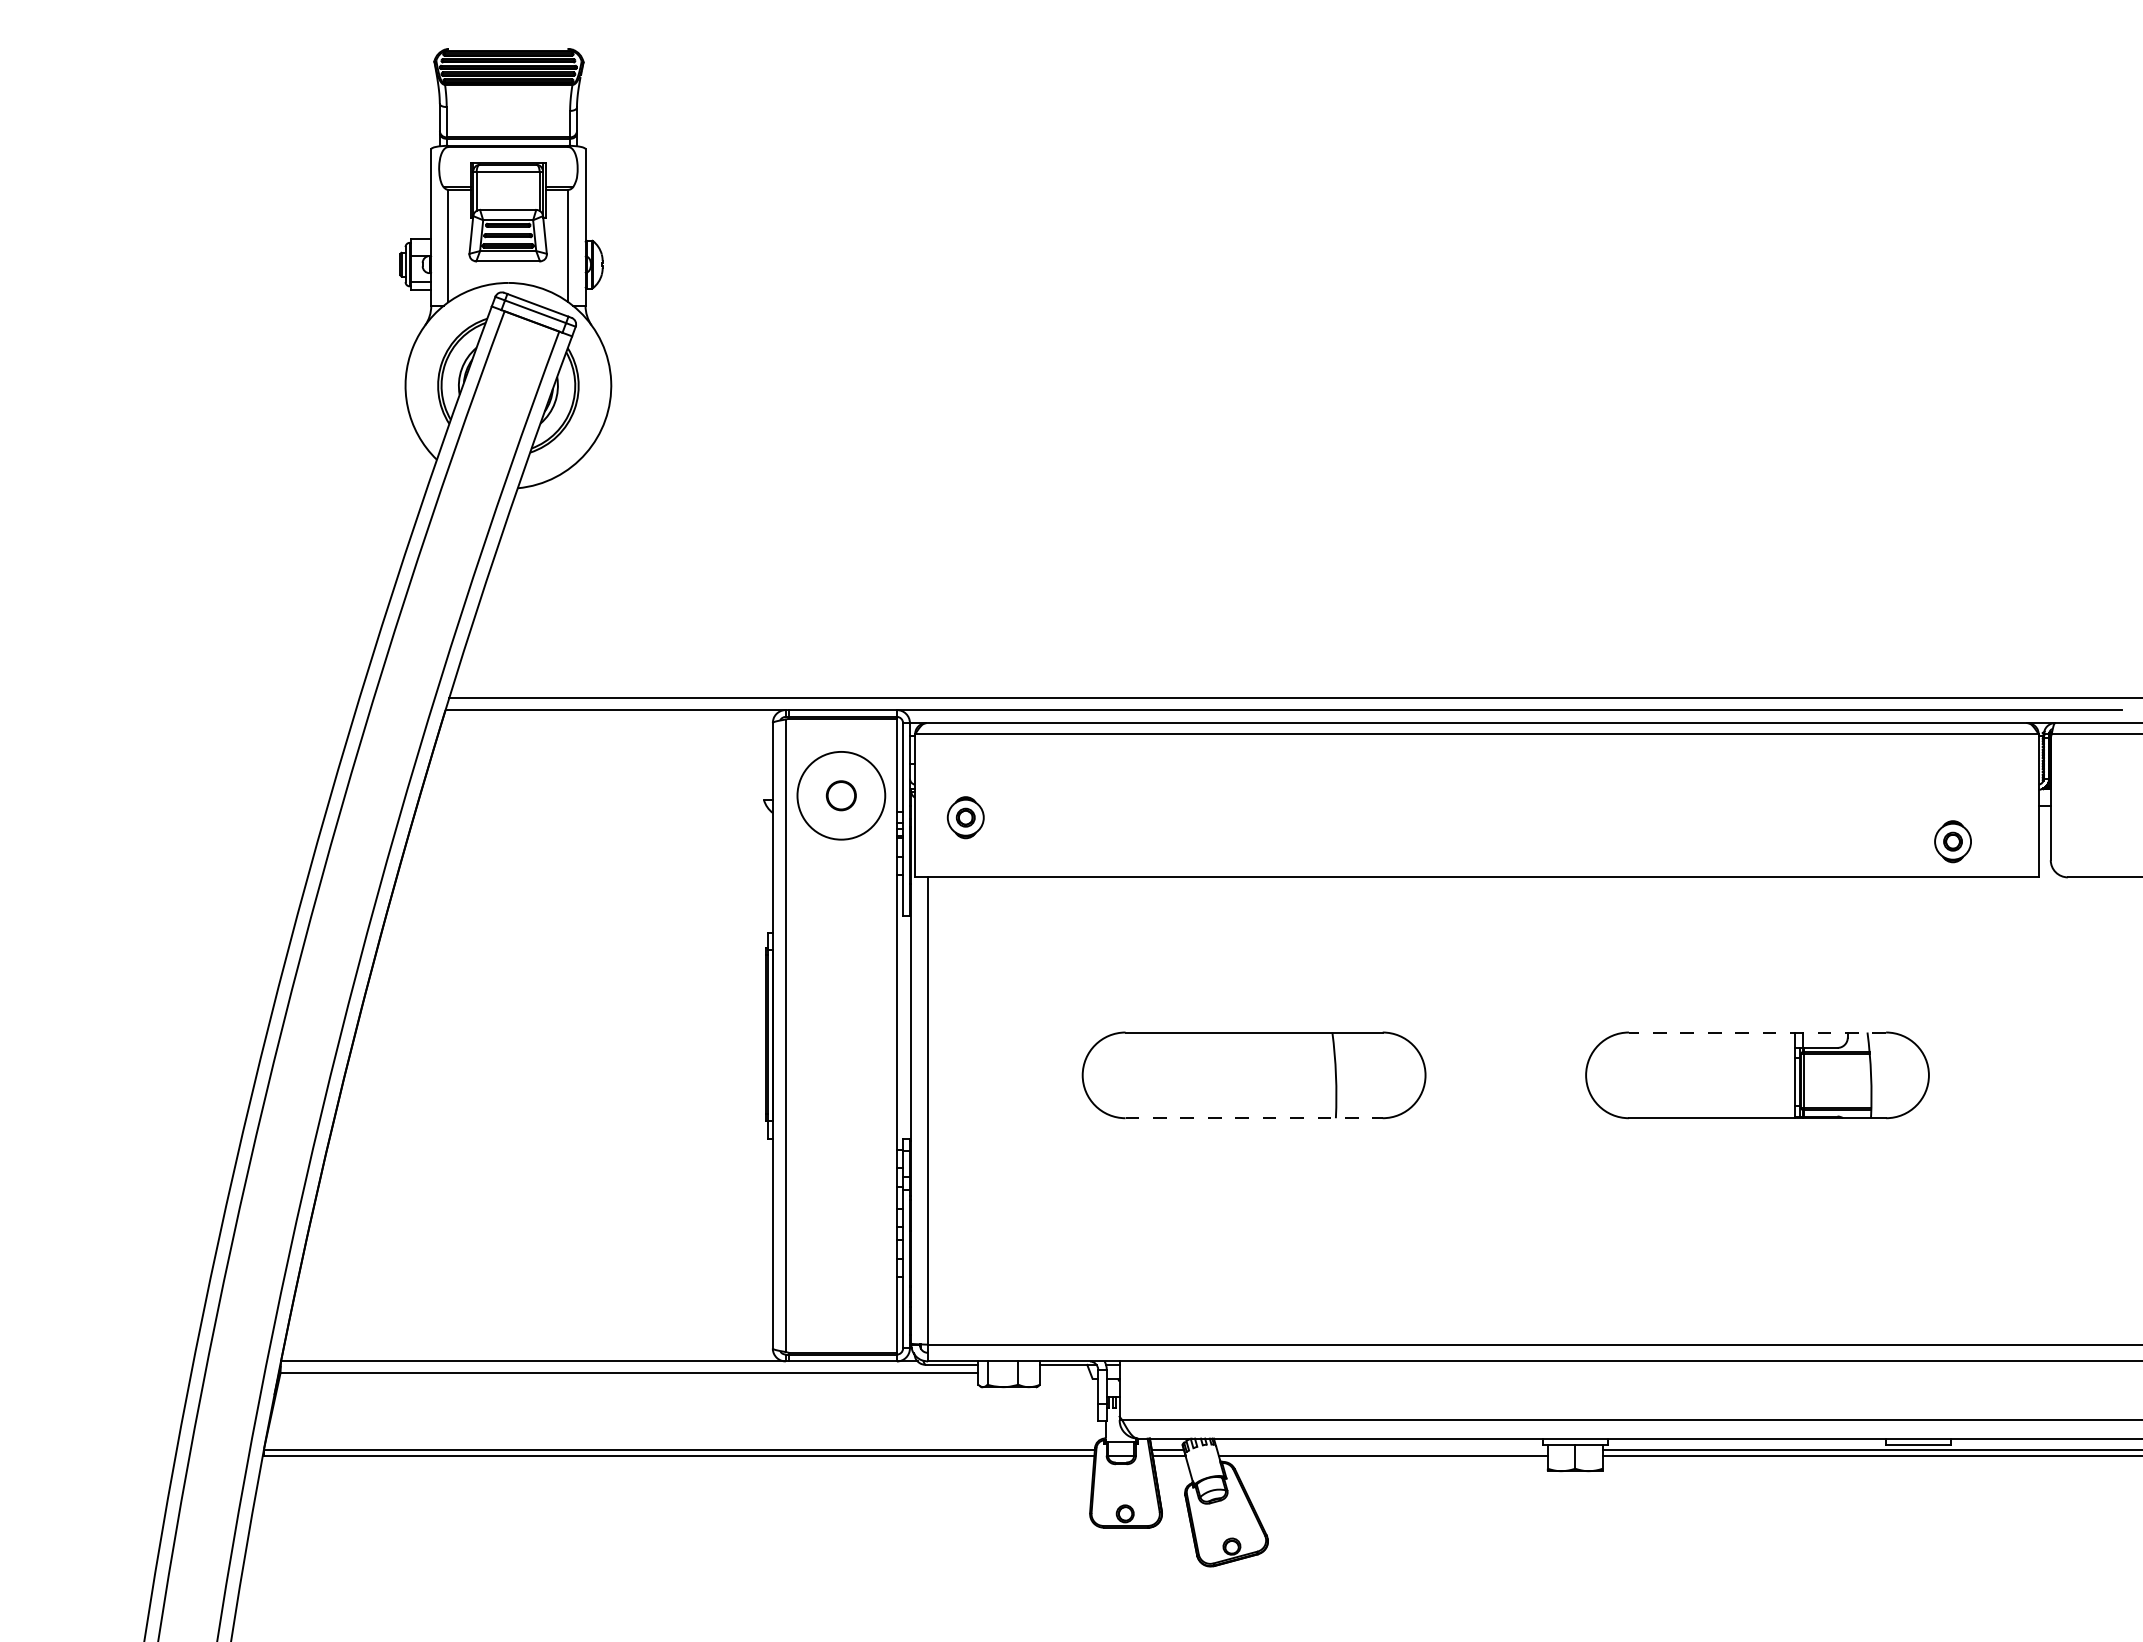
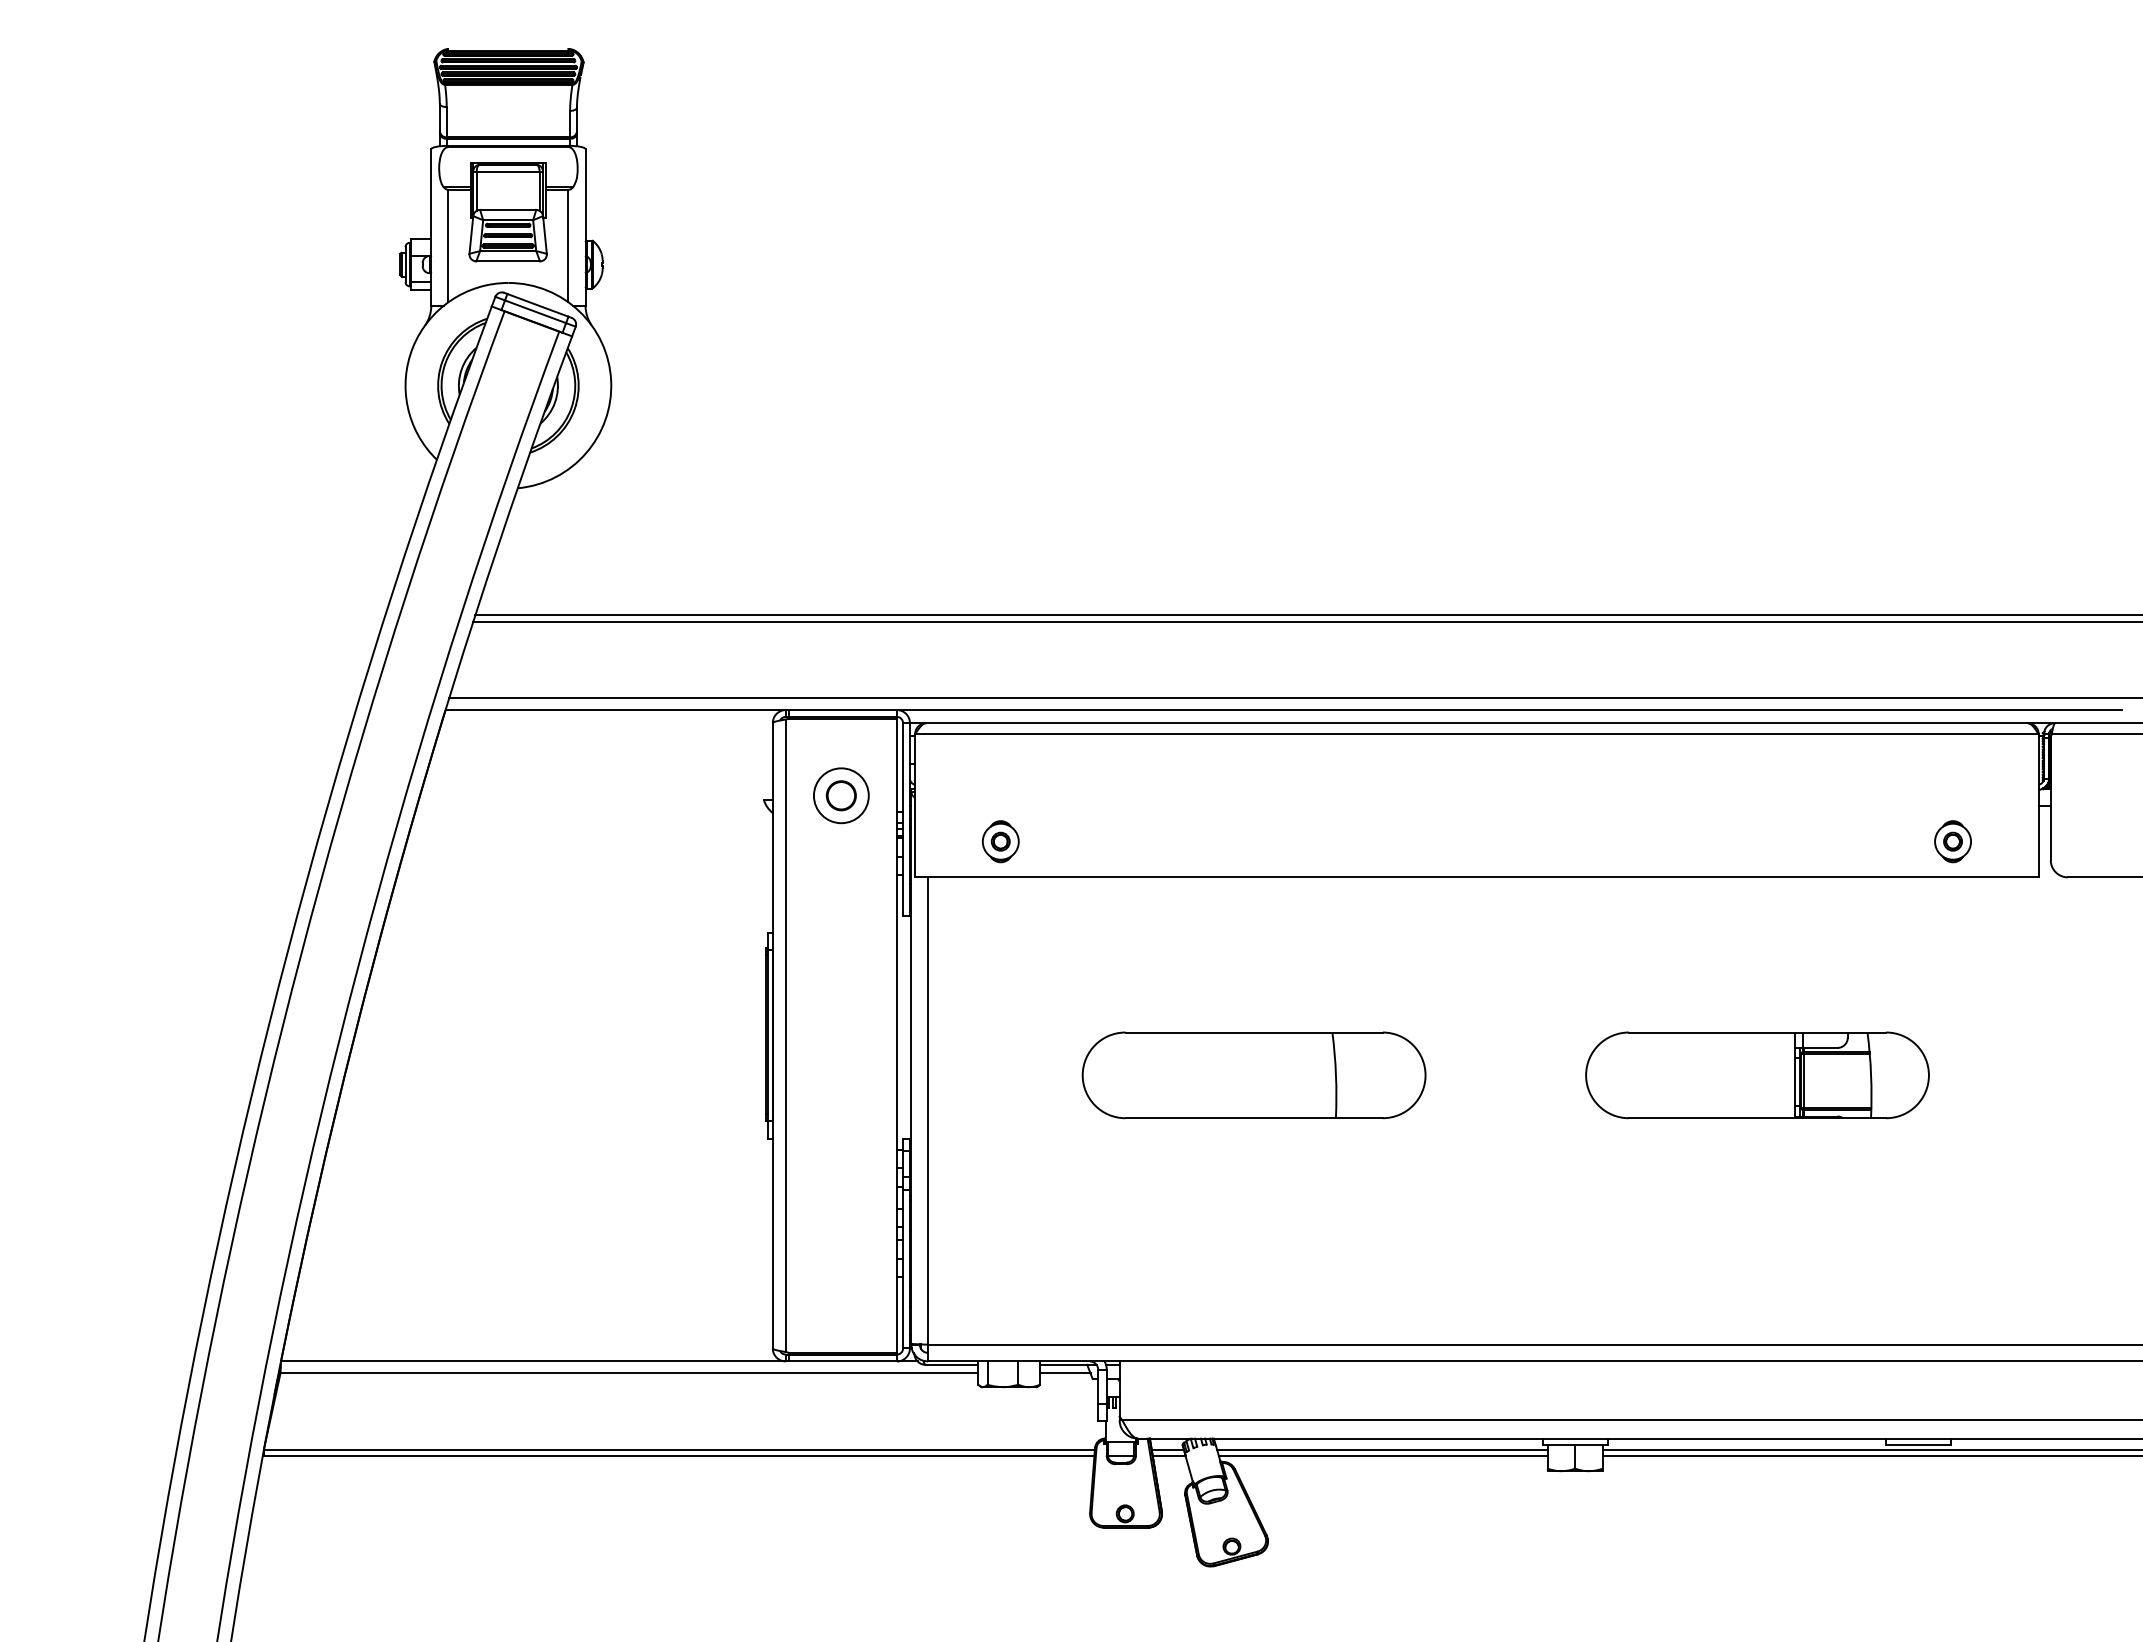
line at (1307, 615): none -> present
line at (1306, 621): none -> present
circle at (841, 795) diameter: 88 px -> 55 px
part at (965, 817) position: (965, 817) -> (1000, 841)
line at (1757, 1032): dashed -> solid
line at (1254, 1118): dashed -> solid
line at (1065, 1373): none -> present
line at (1382, 1449): none -> present
